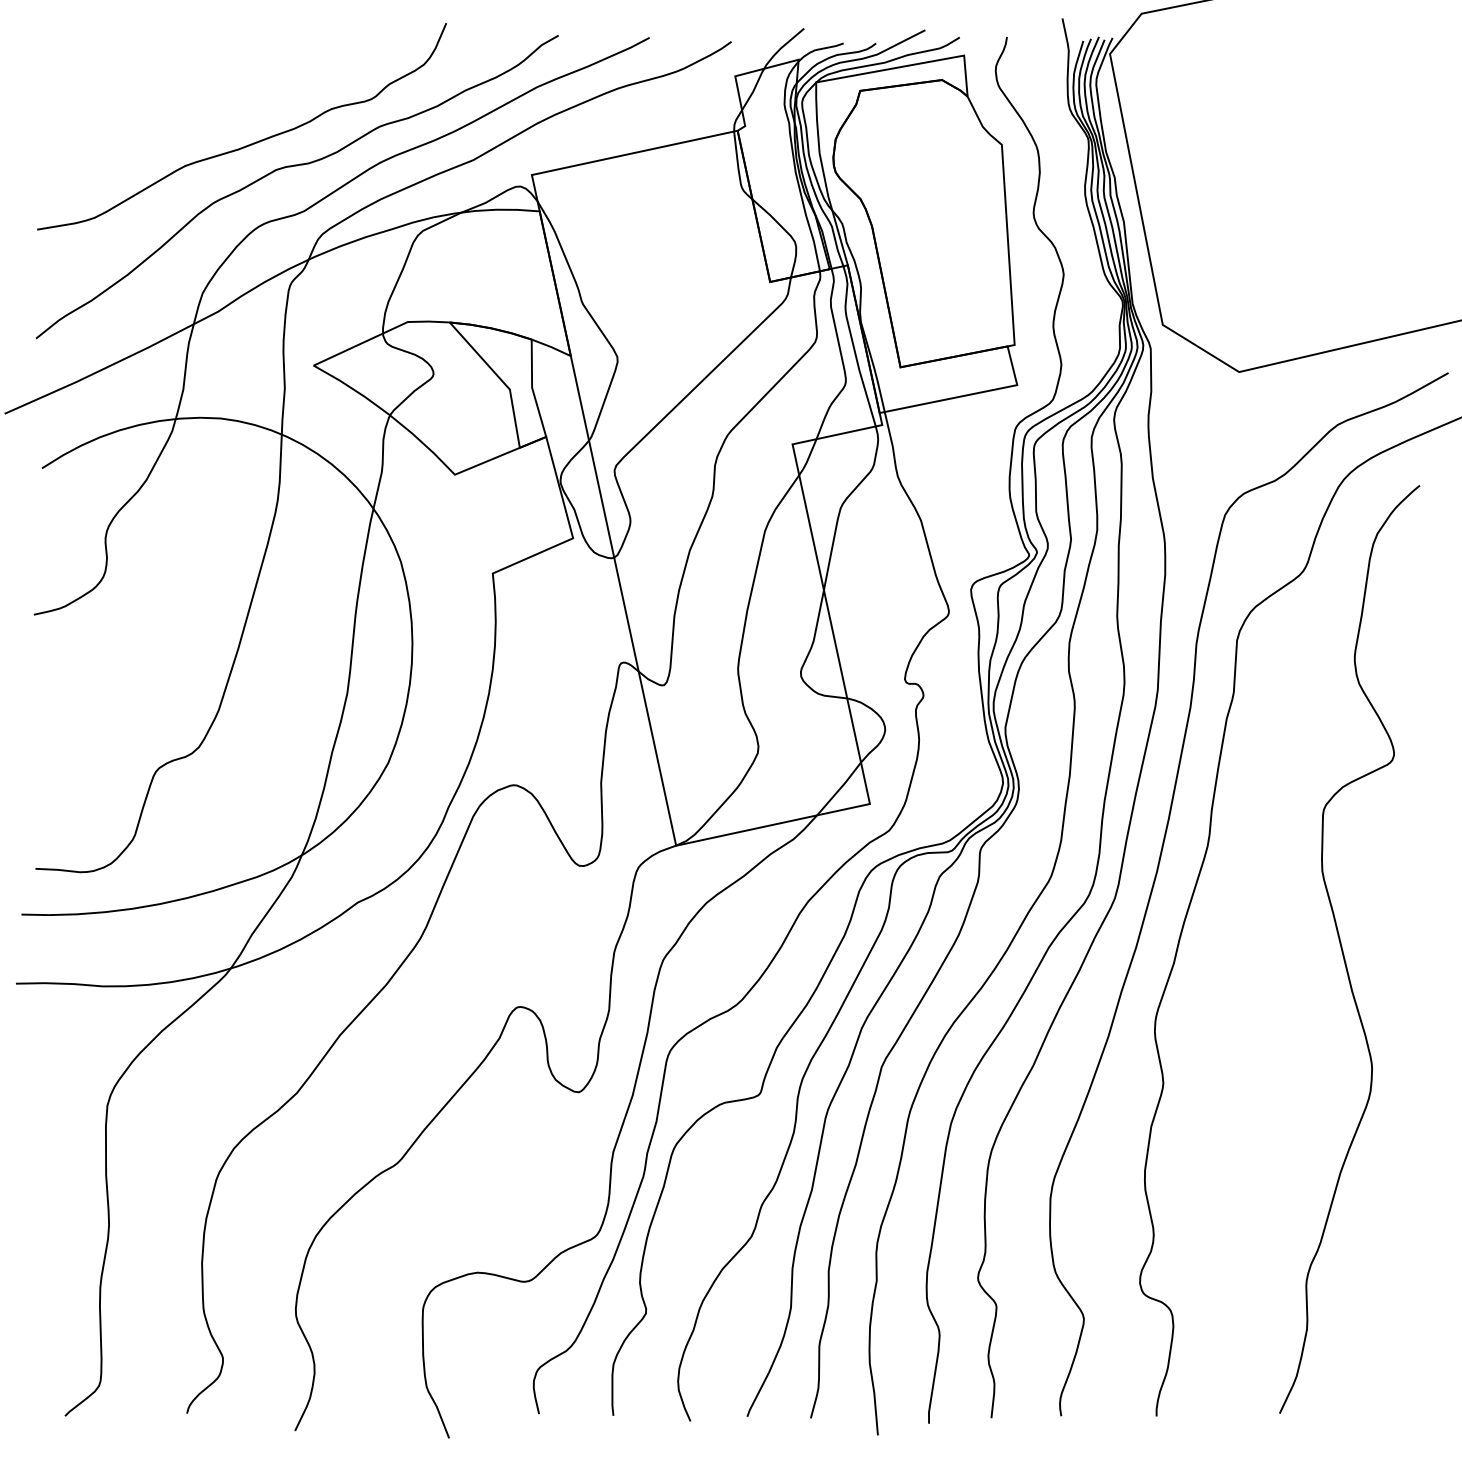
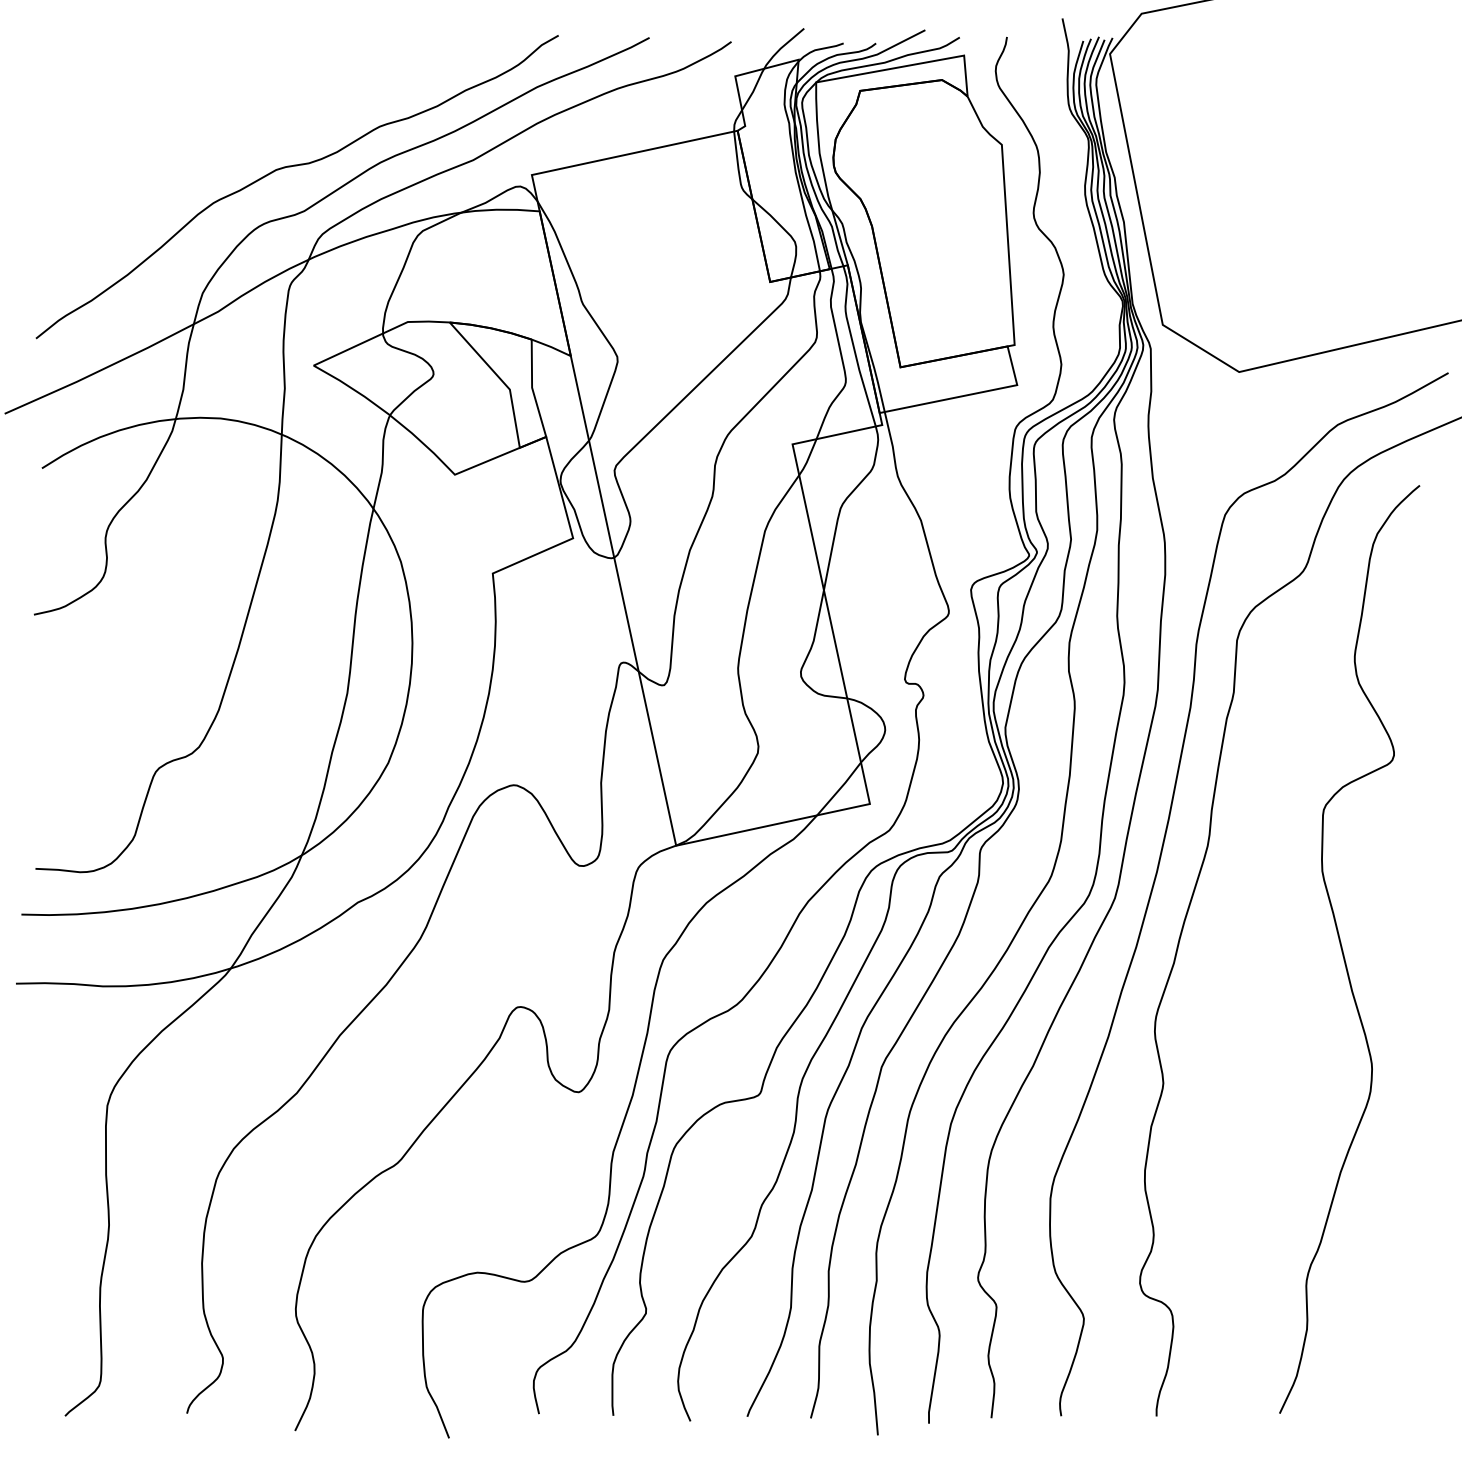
curve at (250, 143): present -> none
